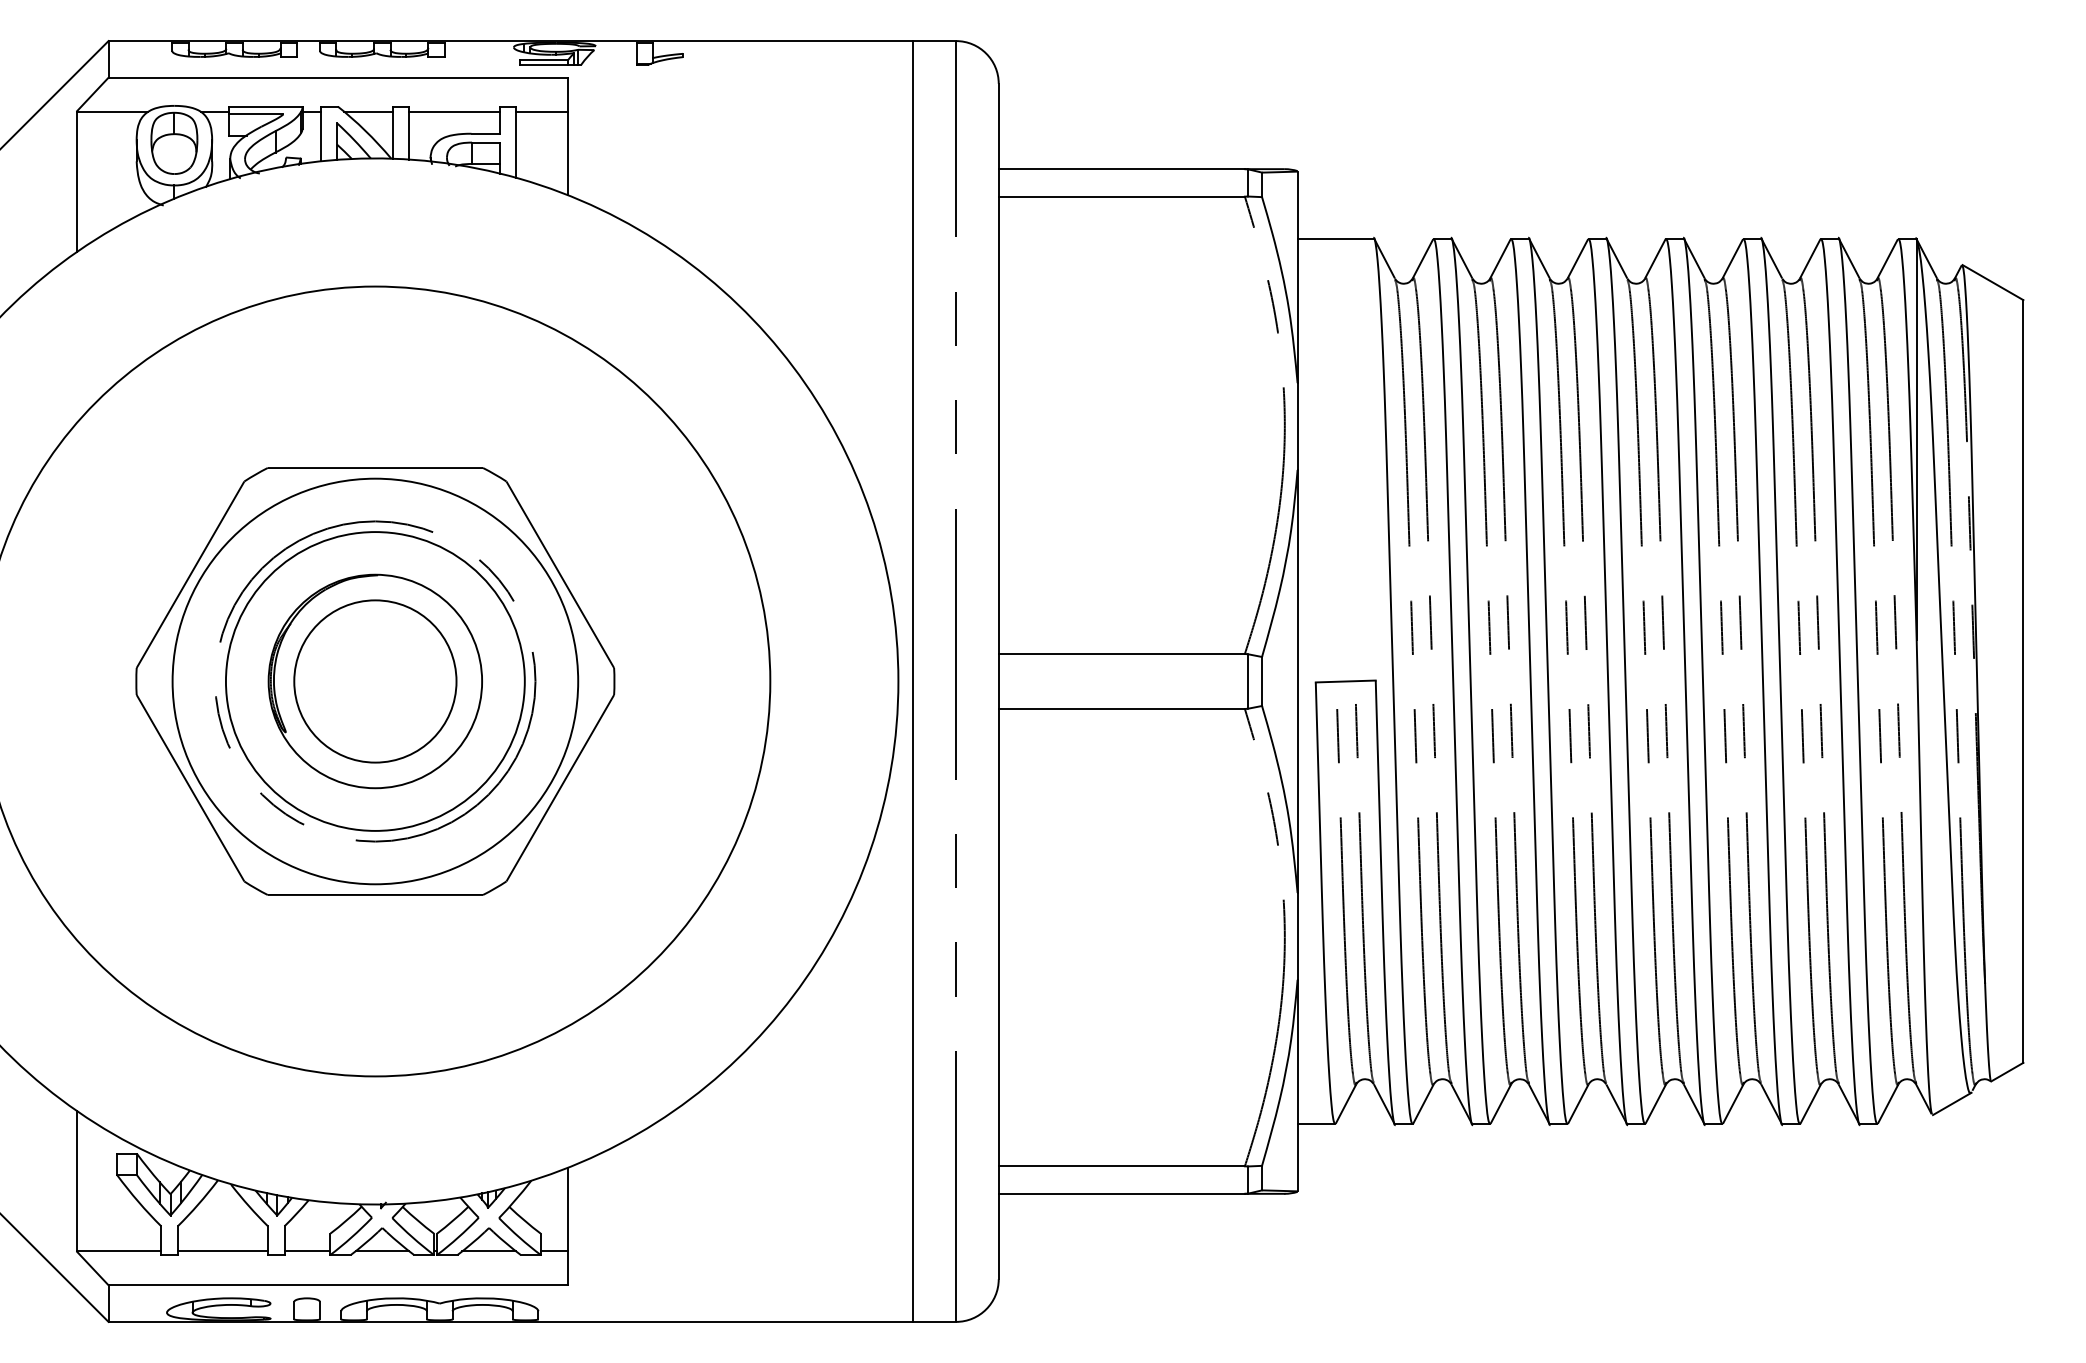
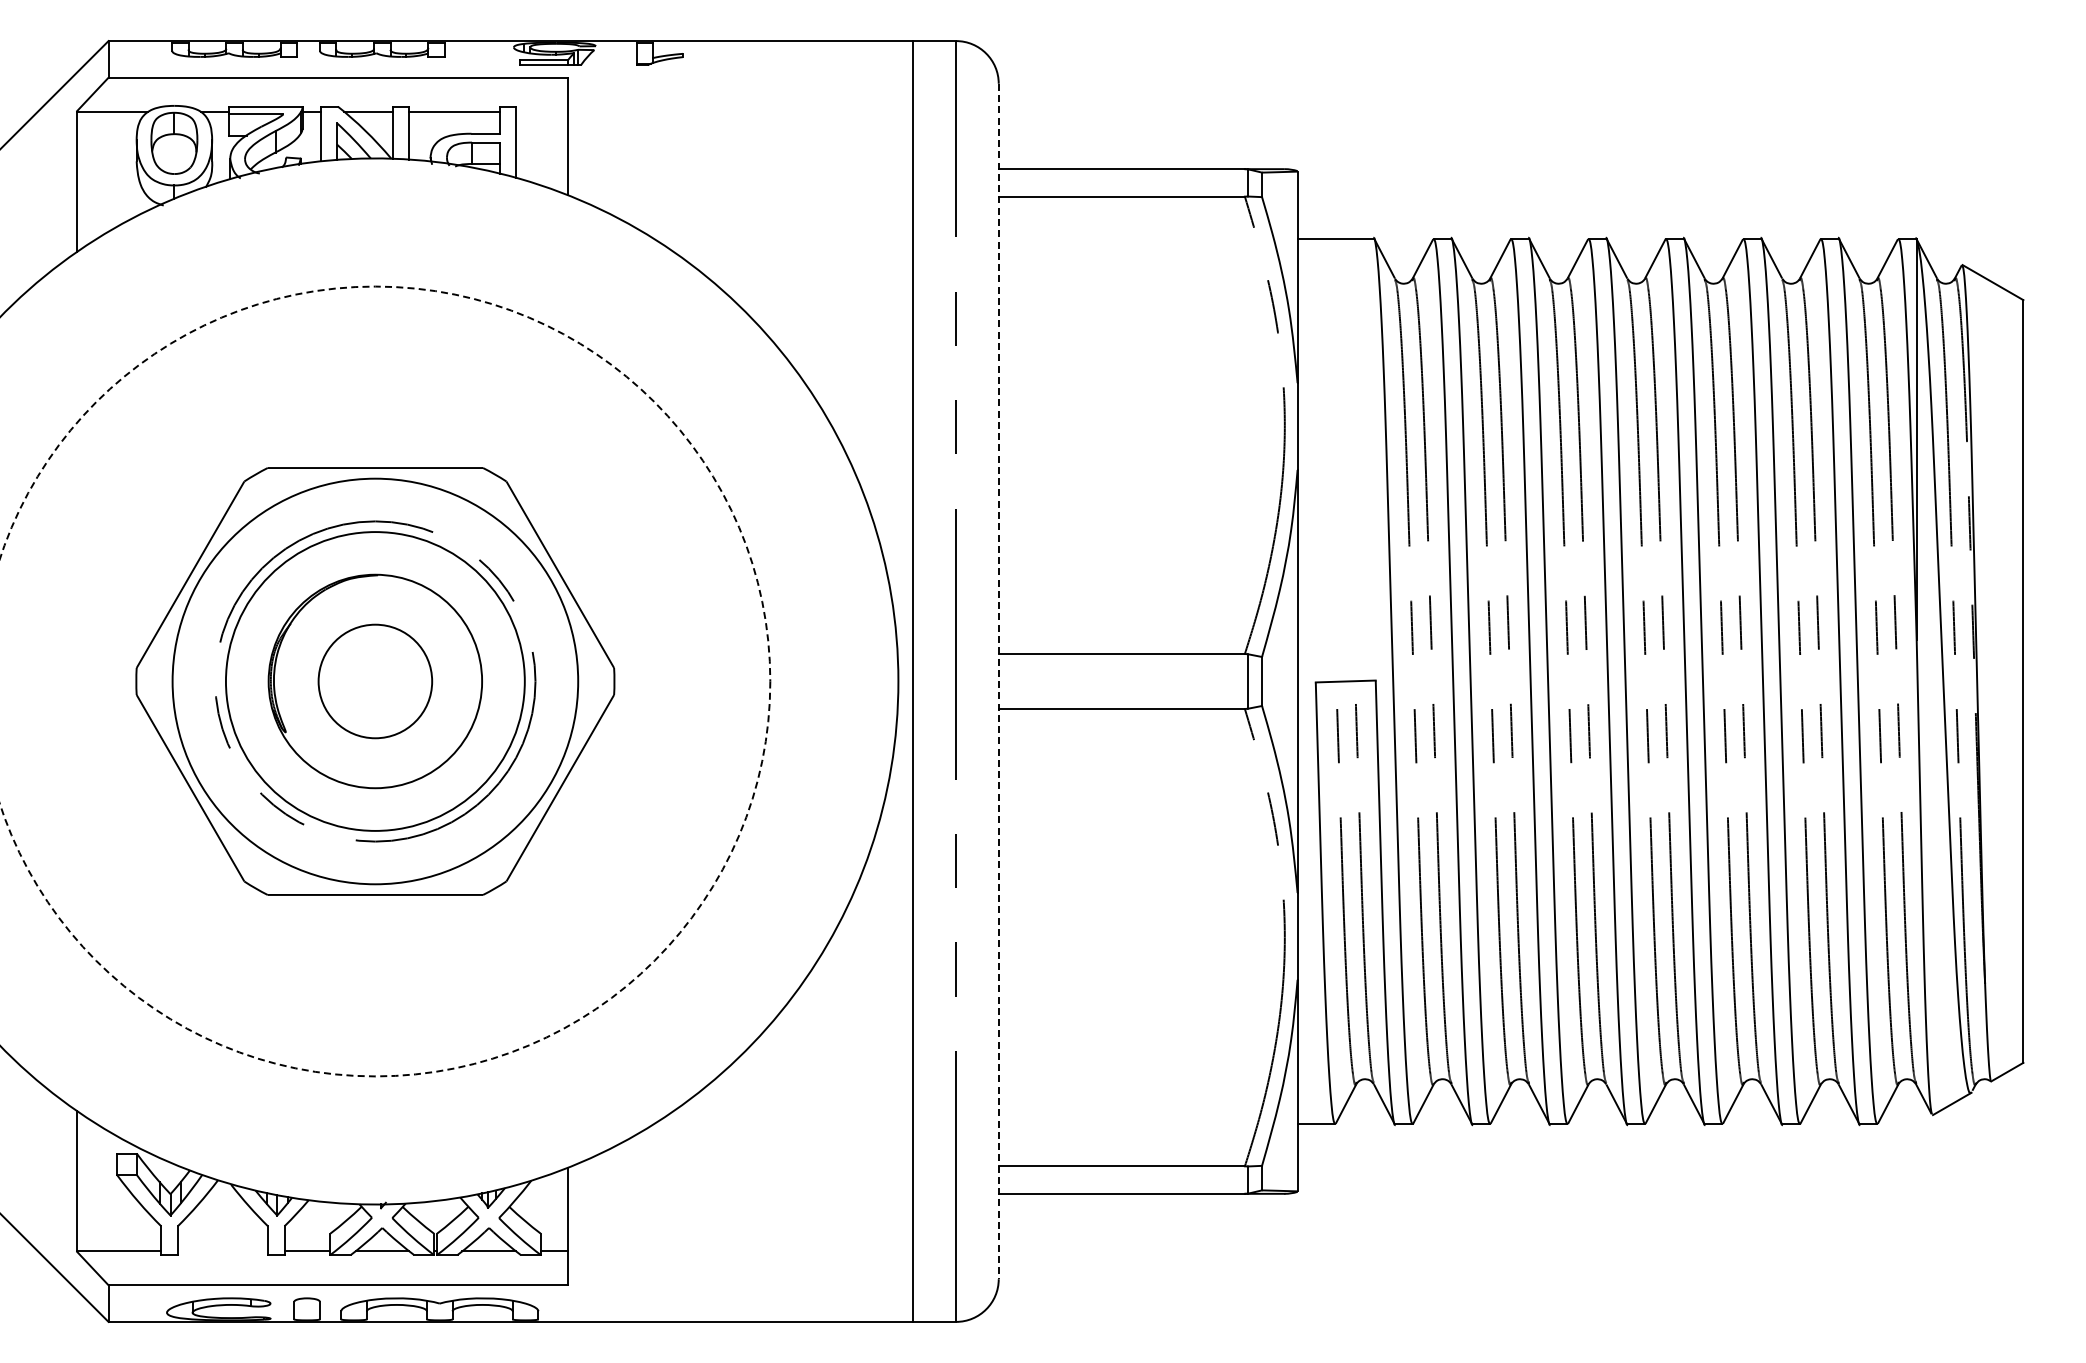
line at (541, 111): present -> none
circle at (375, 681) diameter: 162 px -> 114 px
circle at (385, 681): solid -> dashed
line at (998, 681): solid -> dashed
line at (222, 1251): present -> none
